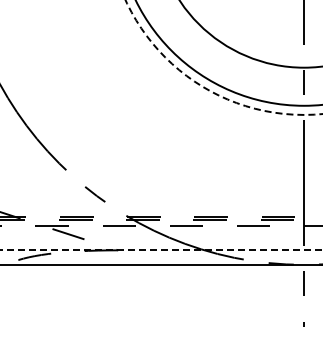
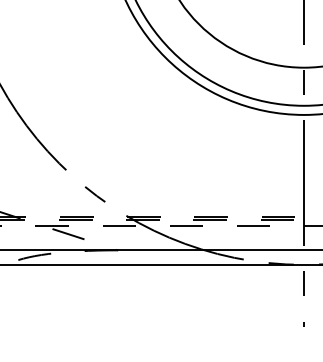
circle at (223, 57): dashed -> solid
line at (162, 250): dashed -> solid
